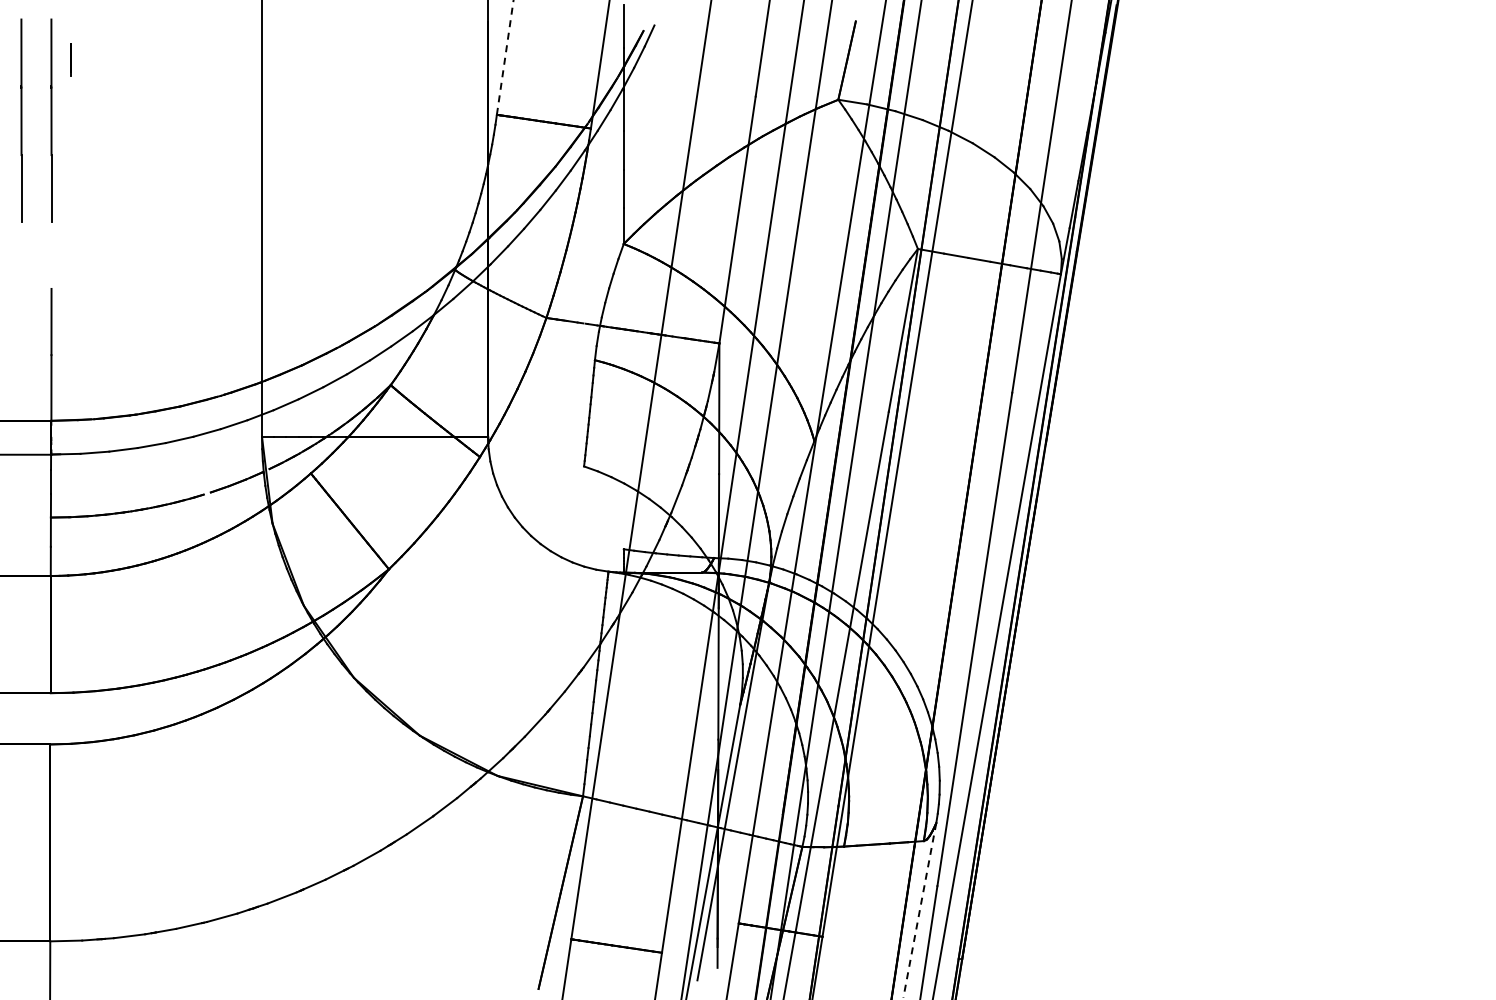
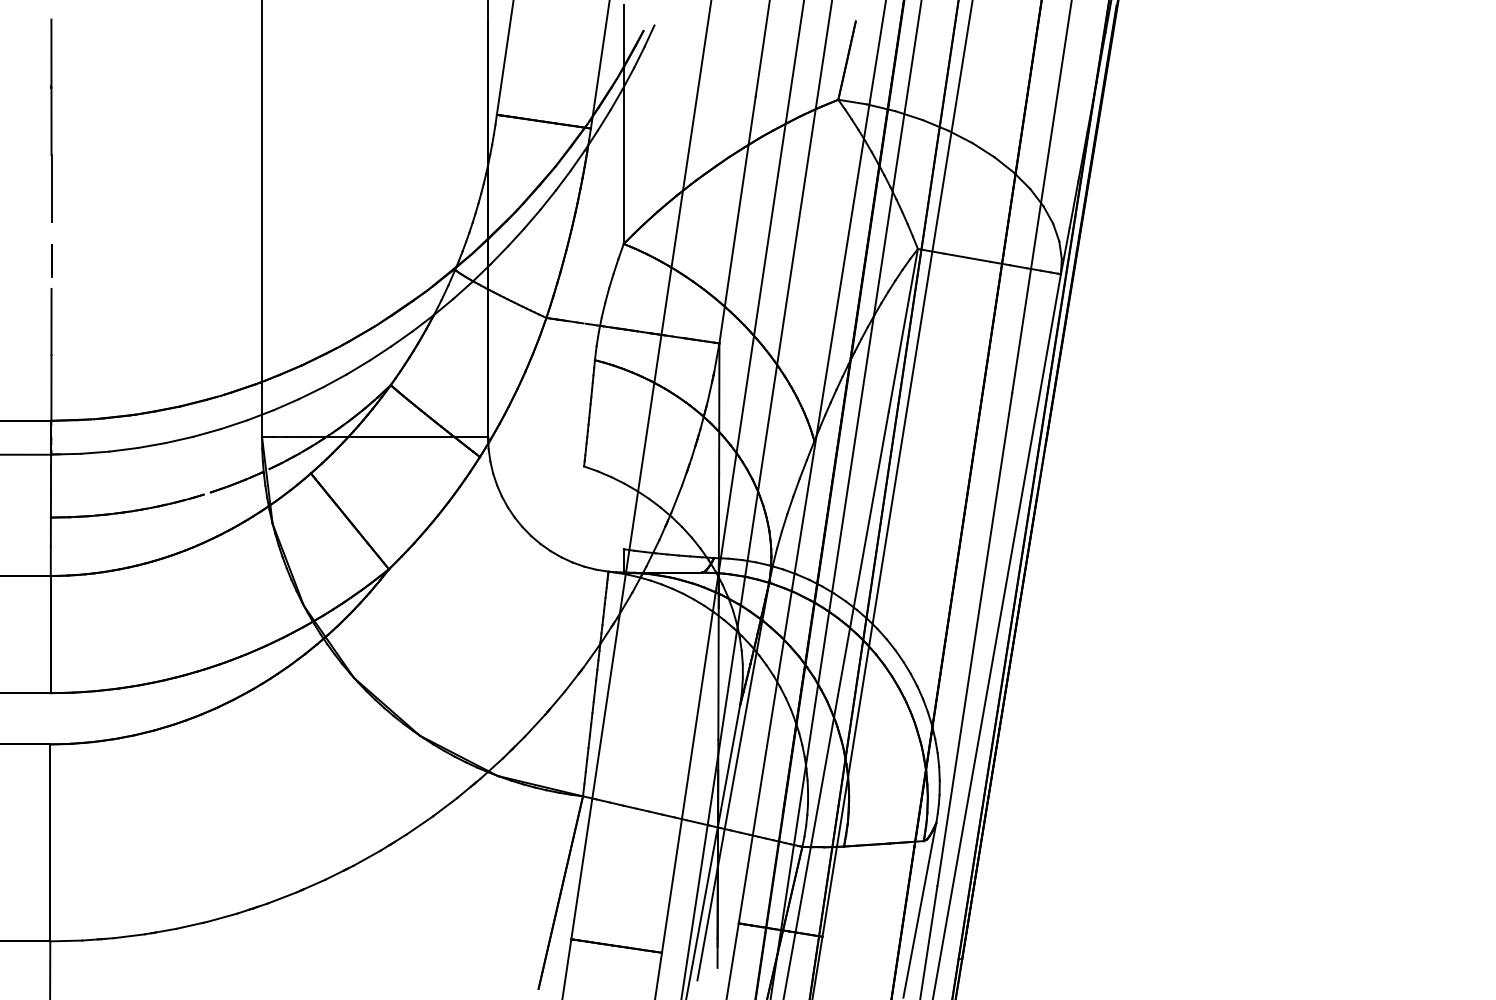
line at (505, 57): dashed -> solid
line at (70, 59) position: (70, 59) -> (51, 260)
line at (21, 120): present -> none
line at (919, 910): dashed -> solid
